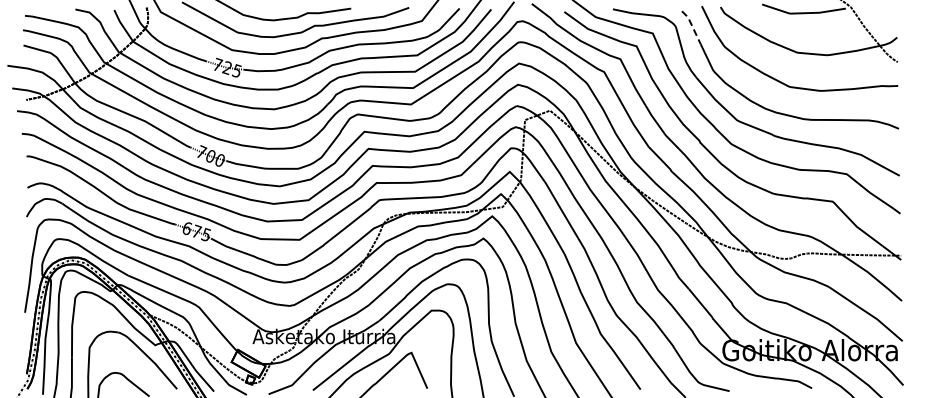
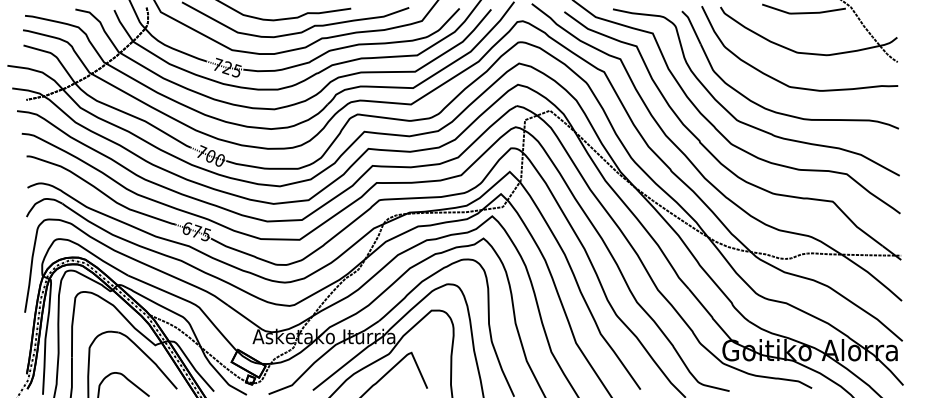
line at (692, 26): dashed -> solid
